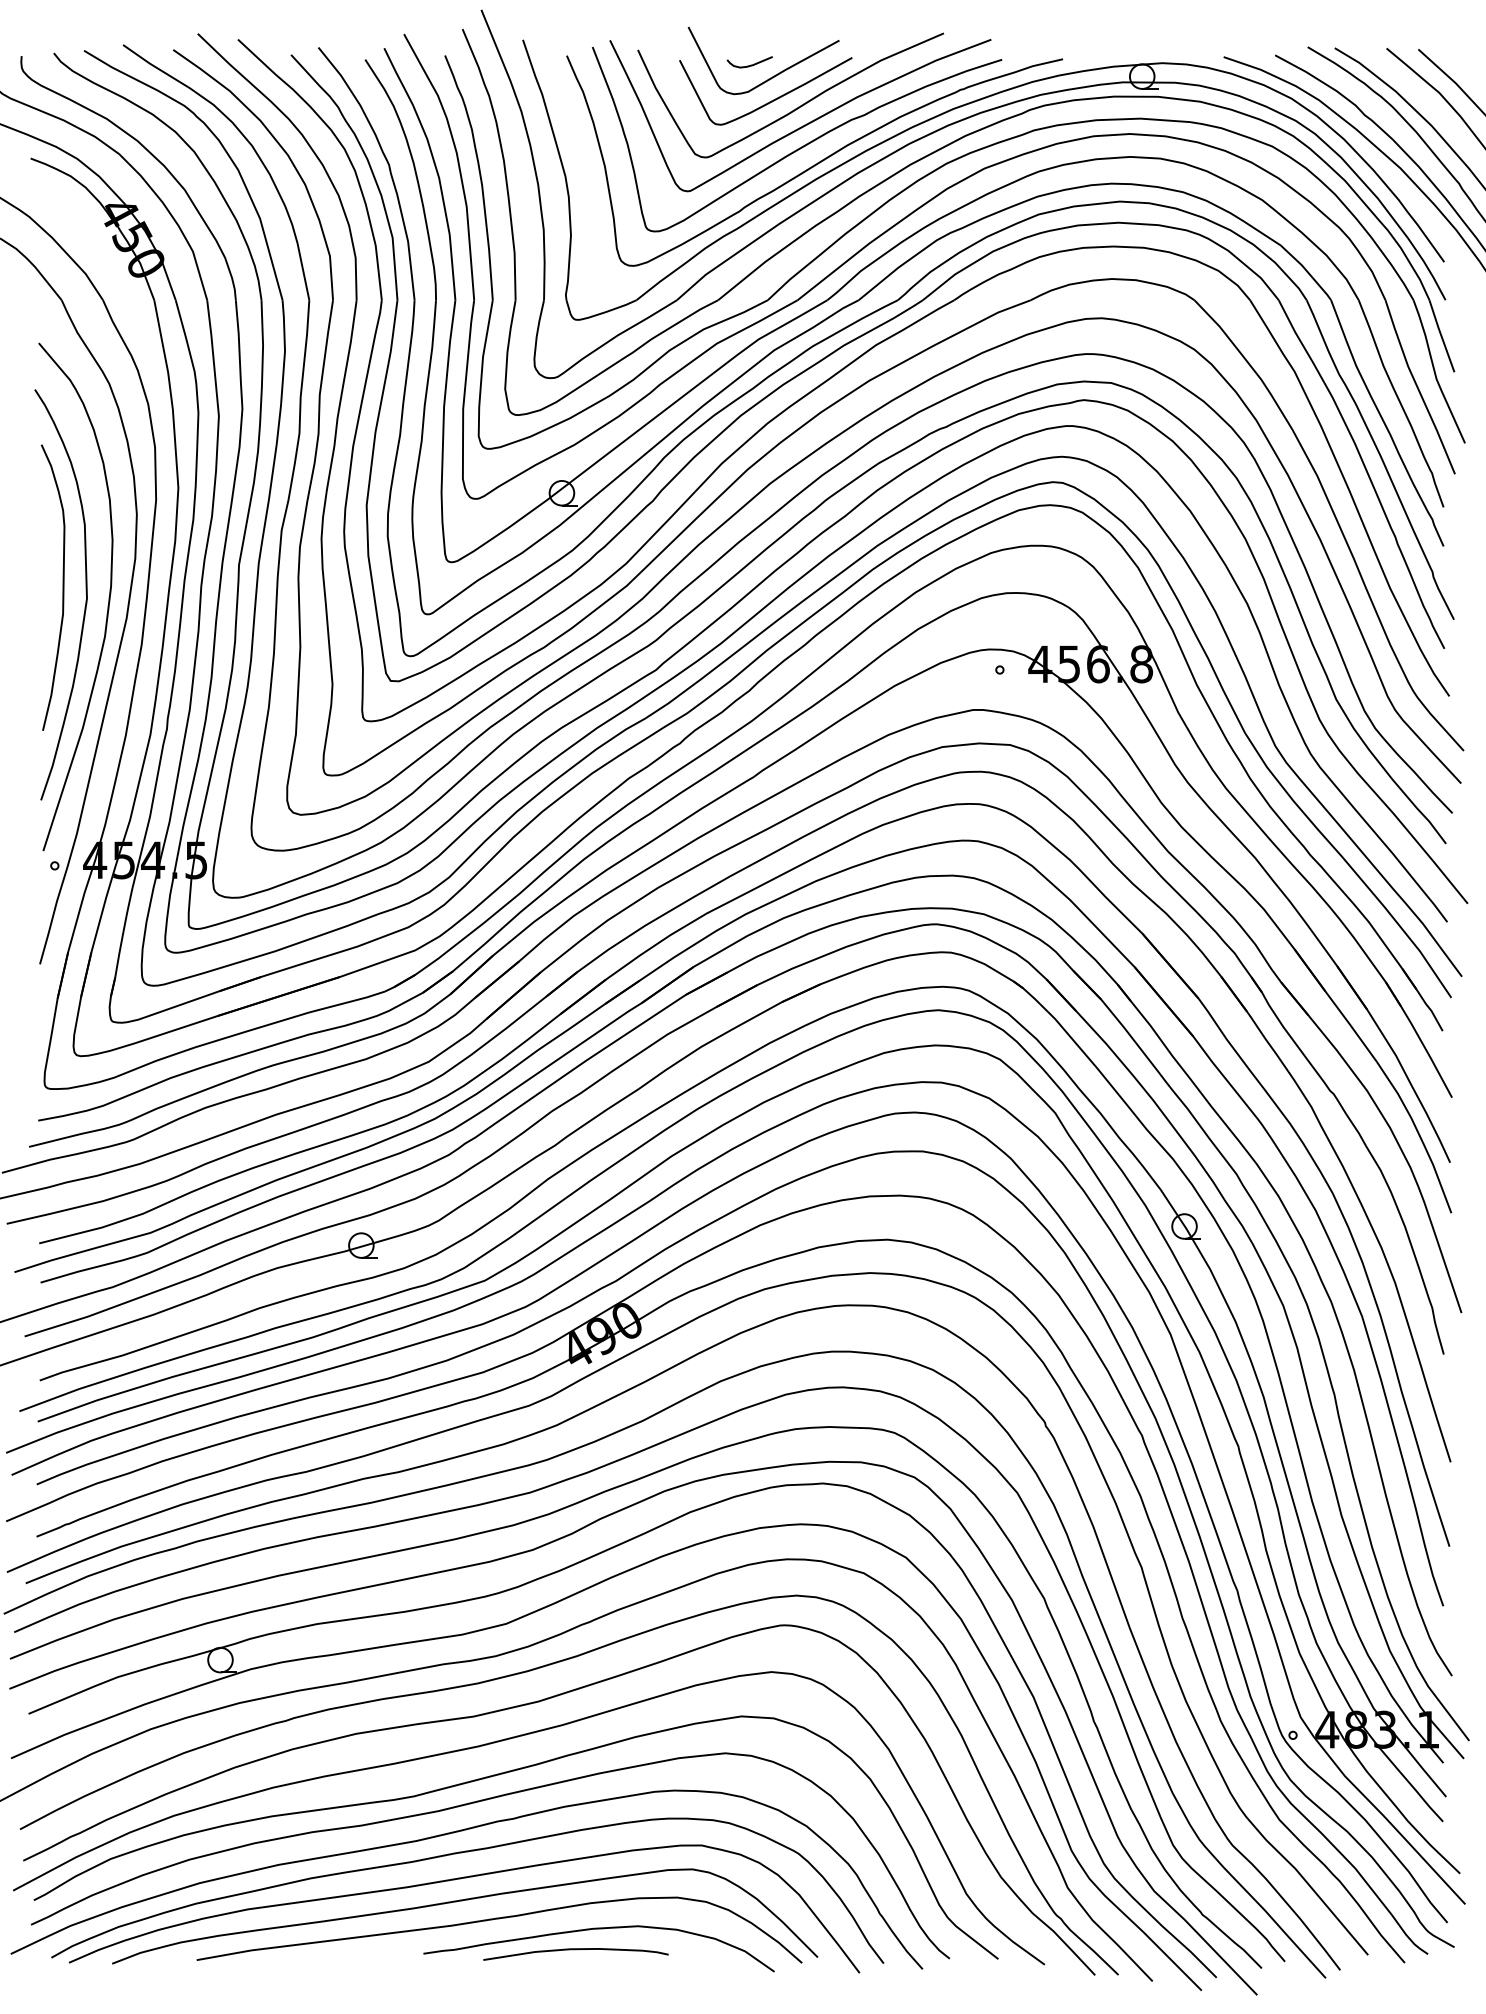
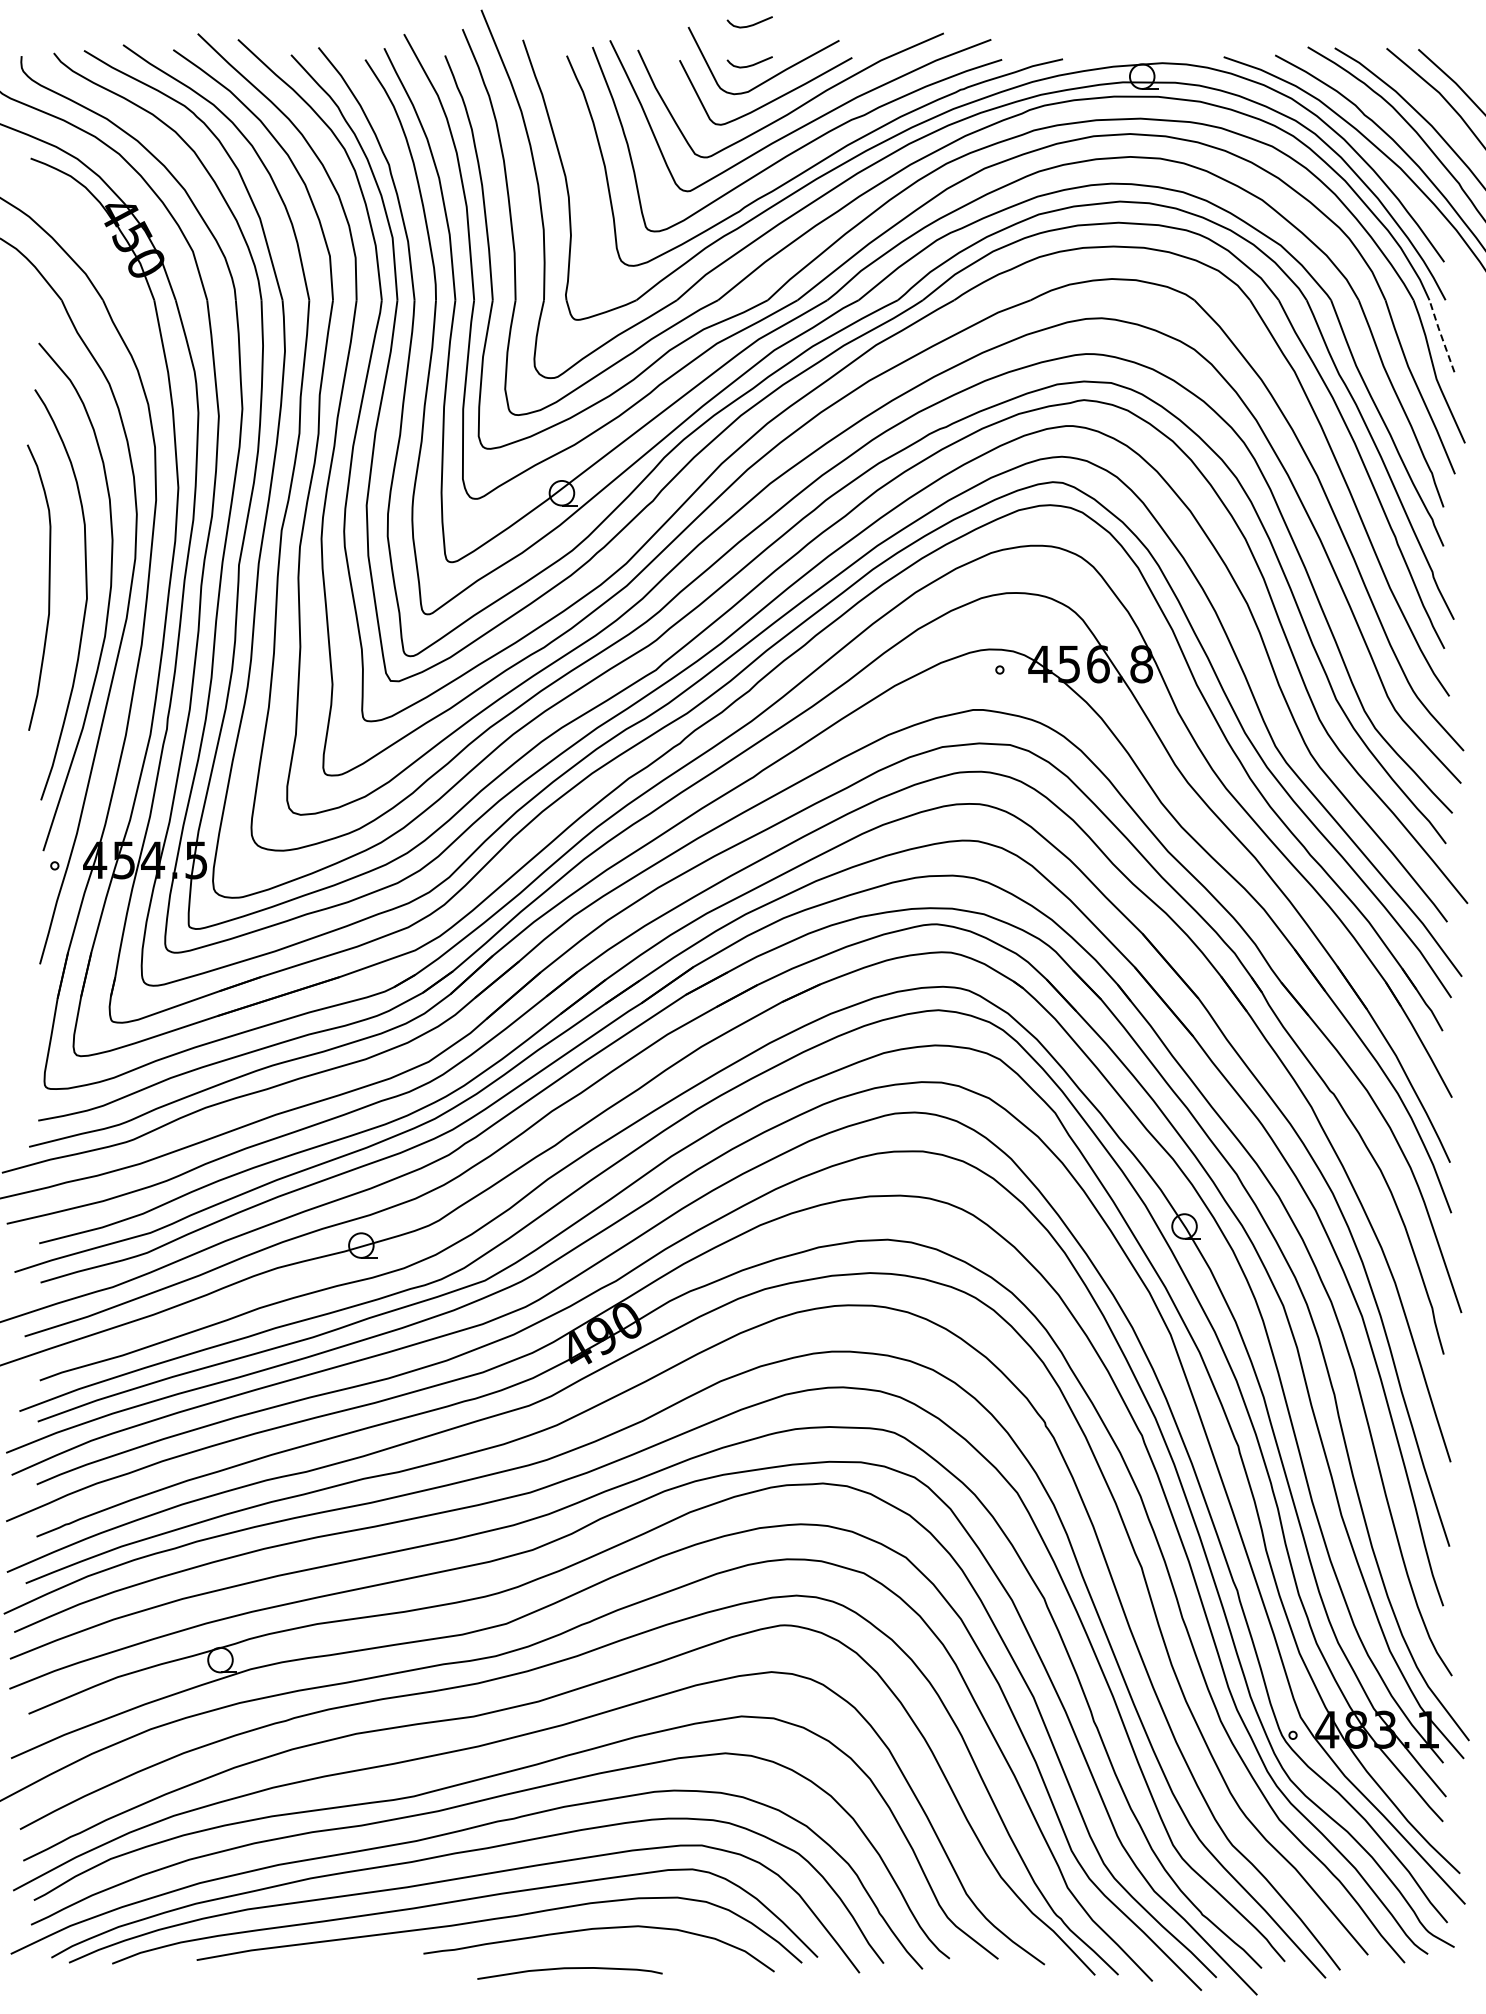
curve at (750, 24): none -> present
line at (1441, 335): solid -> dashed
curve at (62, 587) position: (62, 587) -> (48, 587)
curve at (575, 1950) position: (575, 1950) -> (569, 1969)
